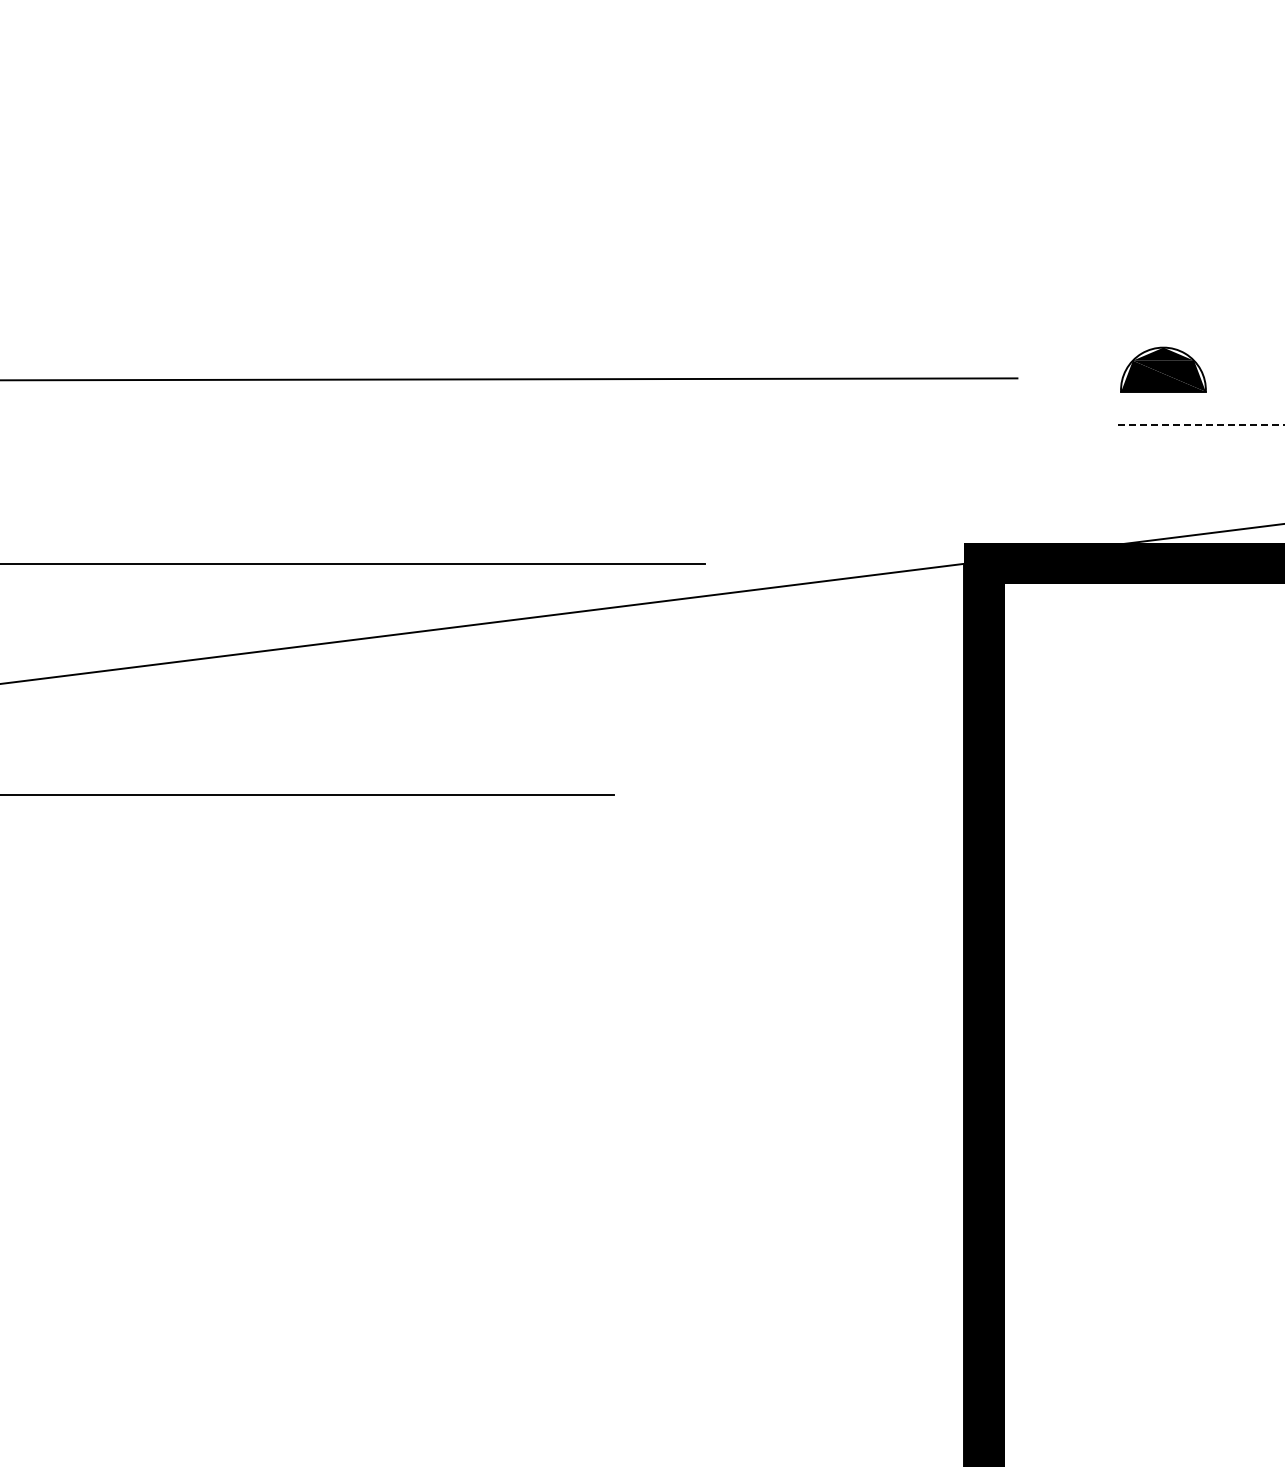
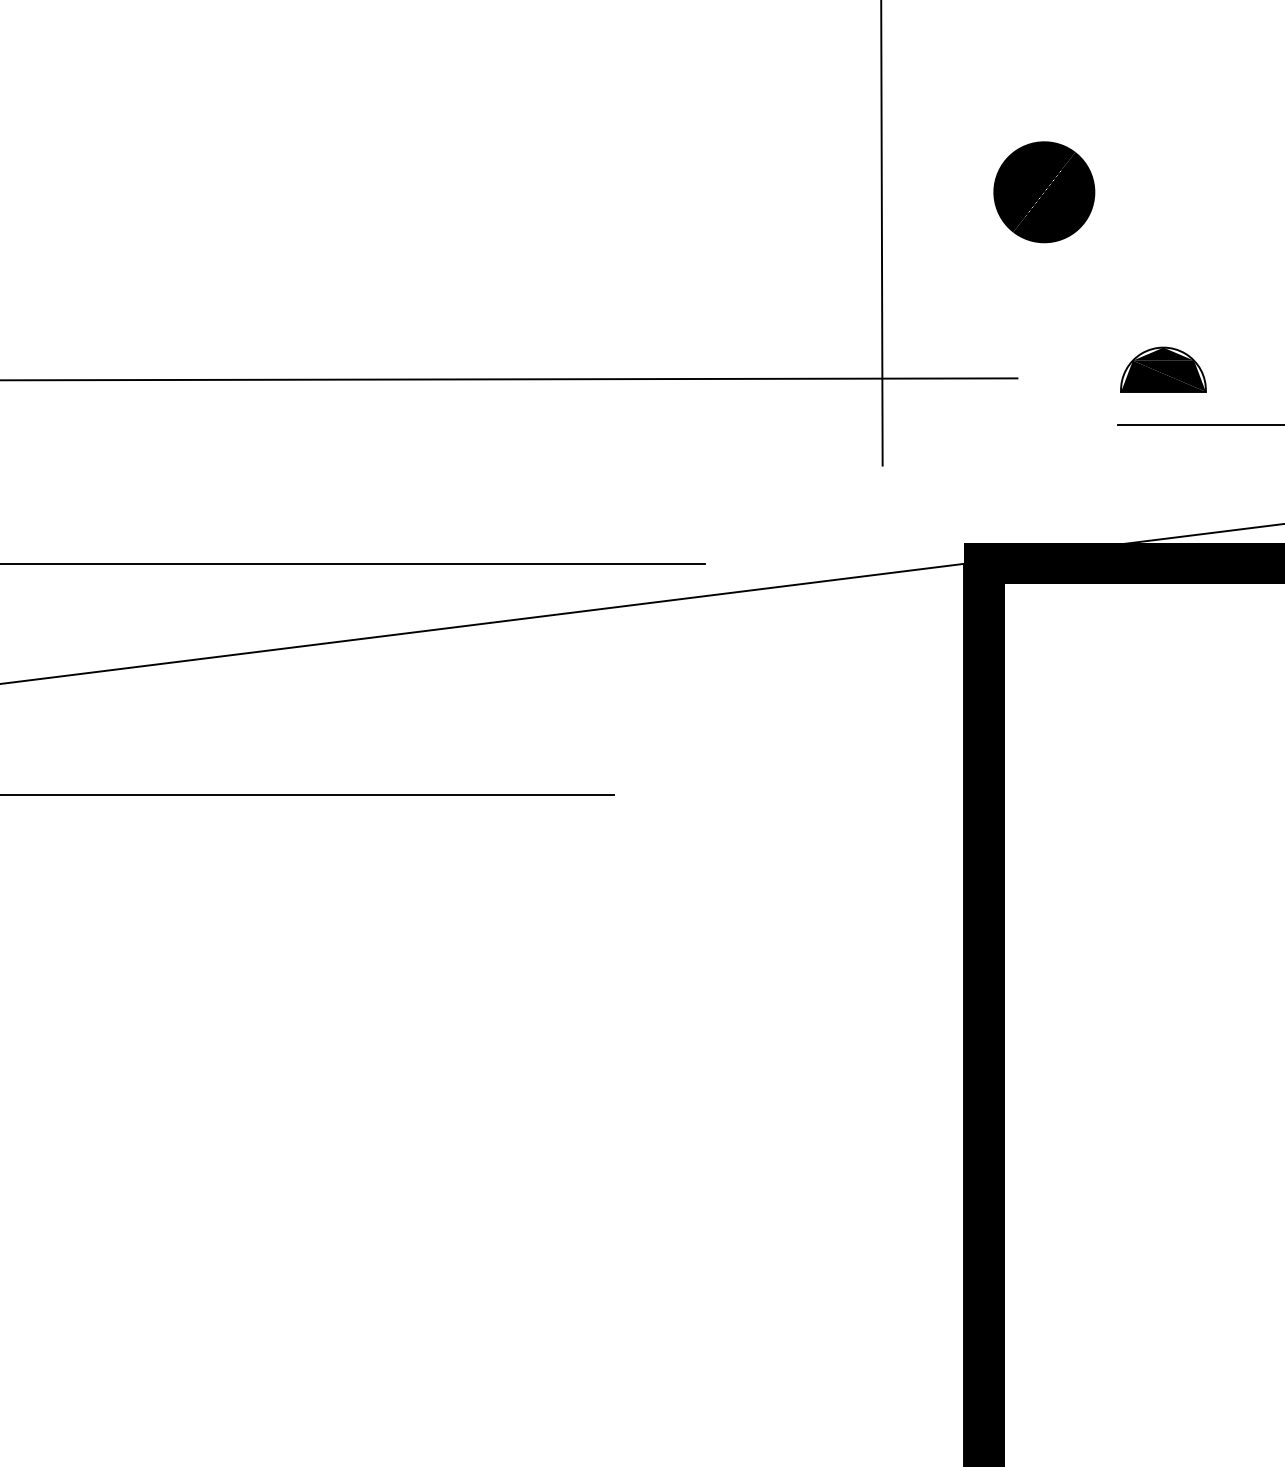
part at (1044, 192): none -> present
line at (881, 233): none -> present
line at (1201, 424): dashed -> solid
